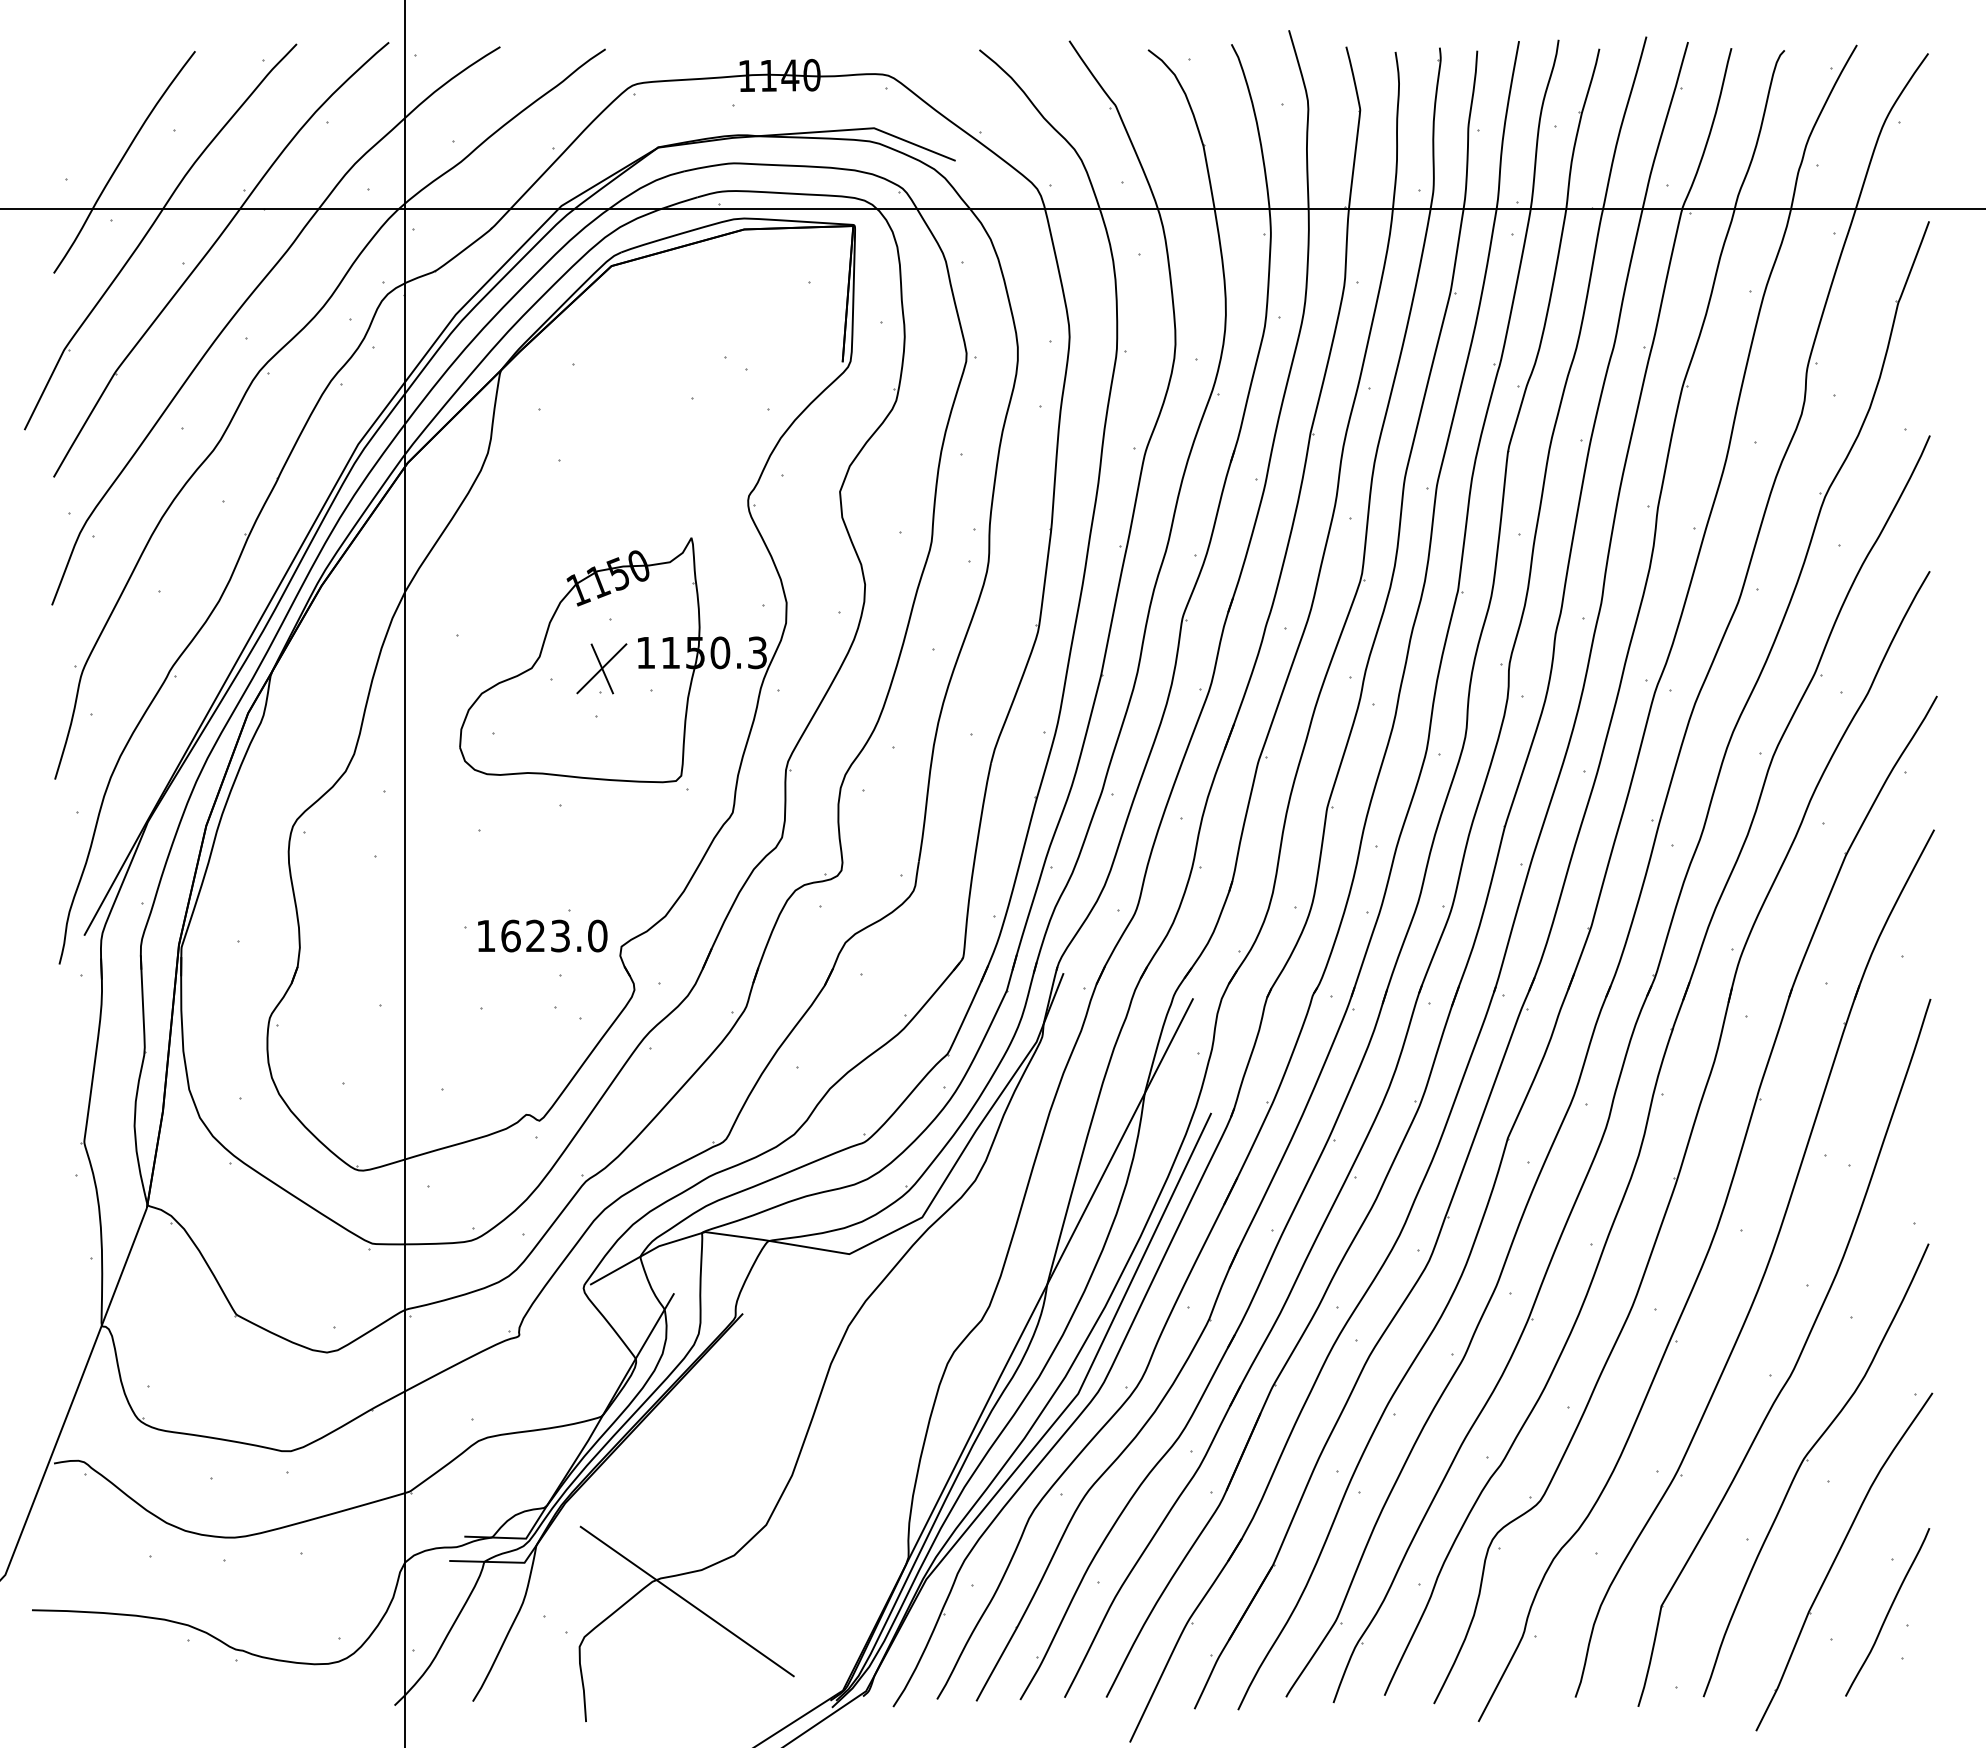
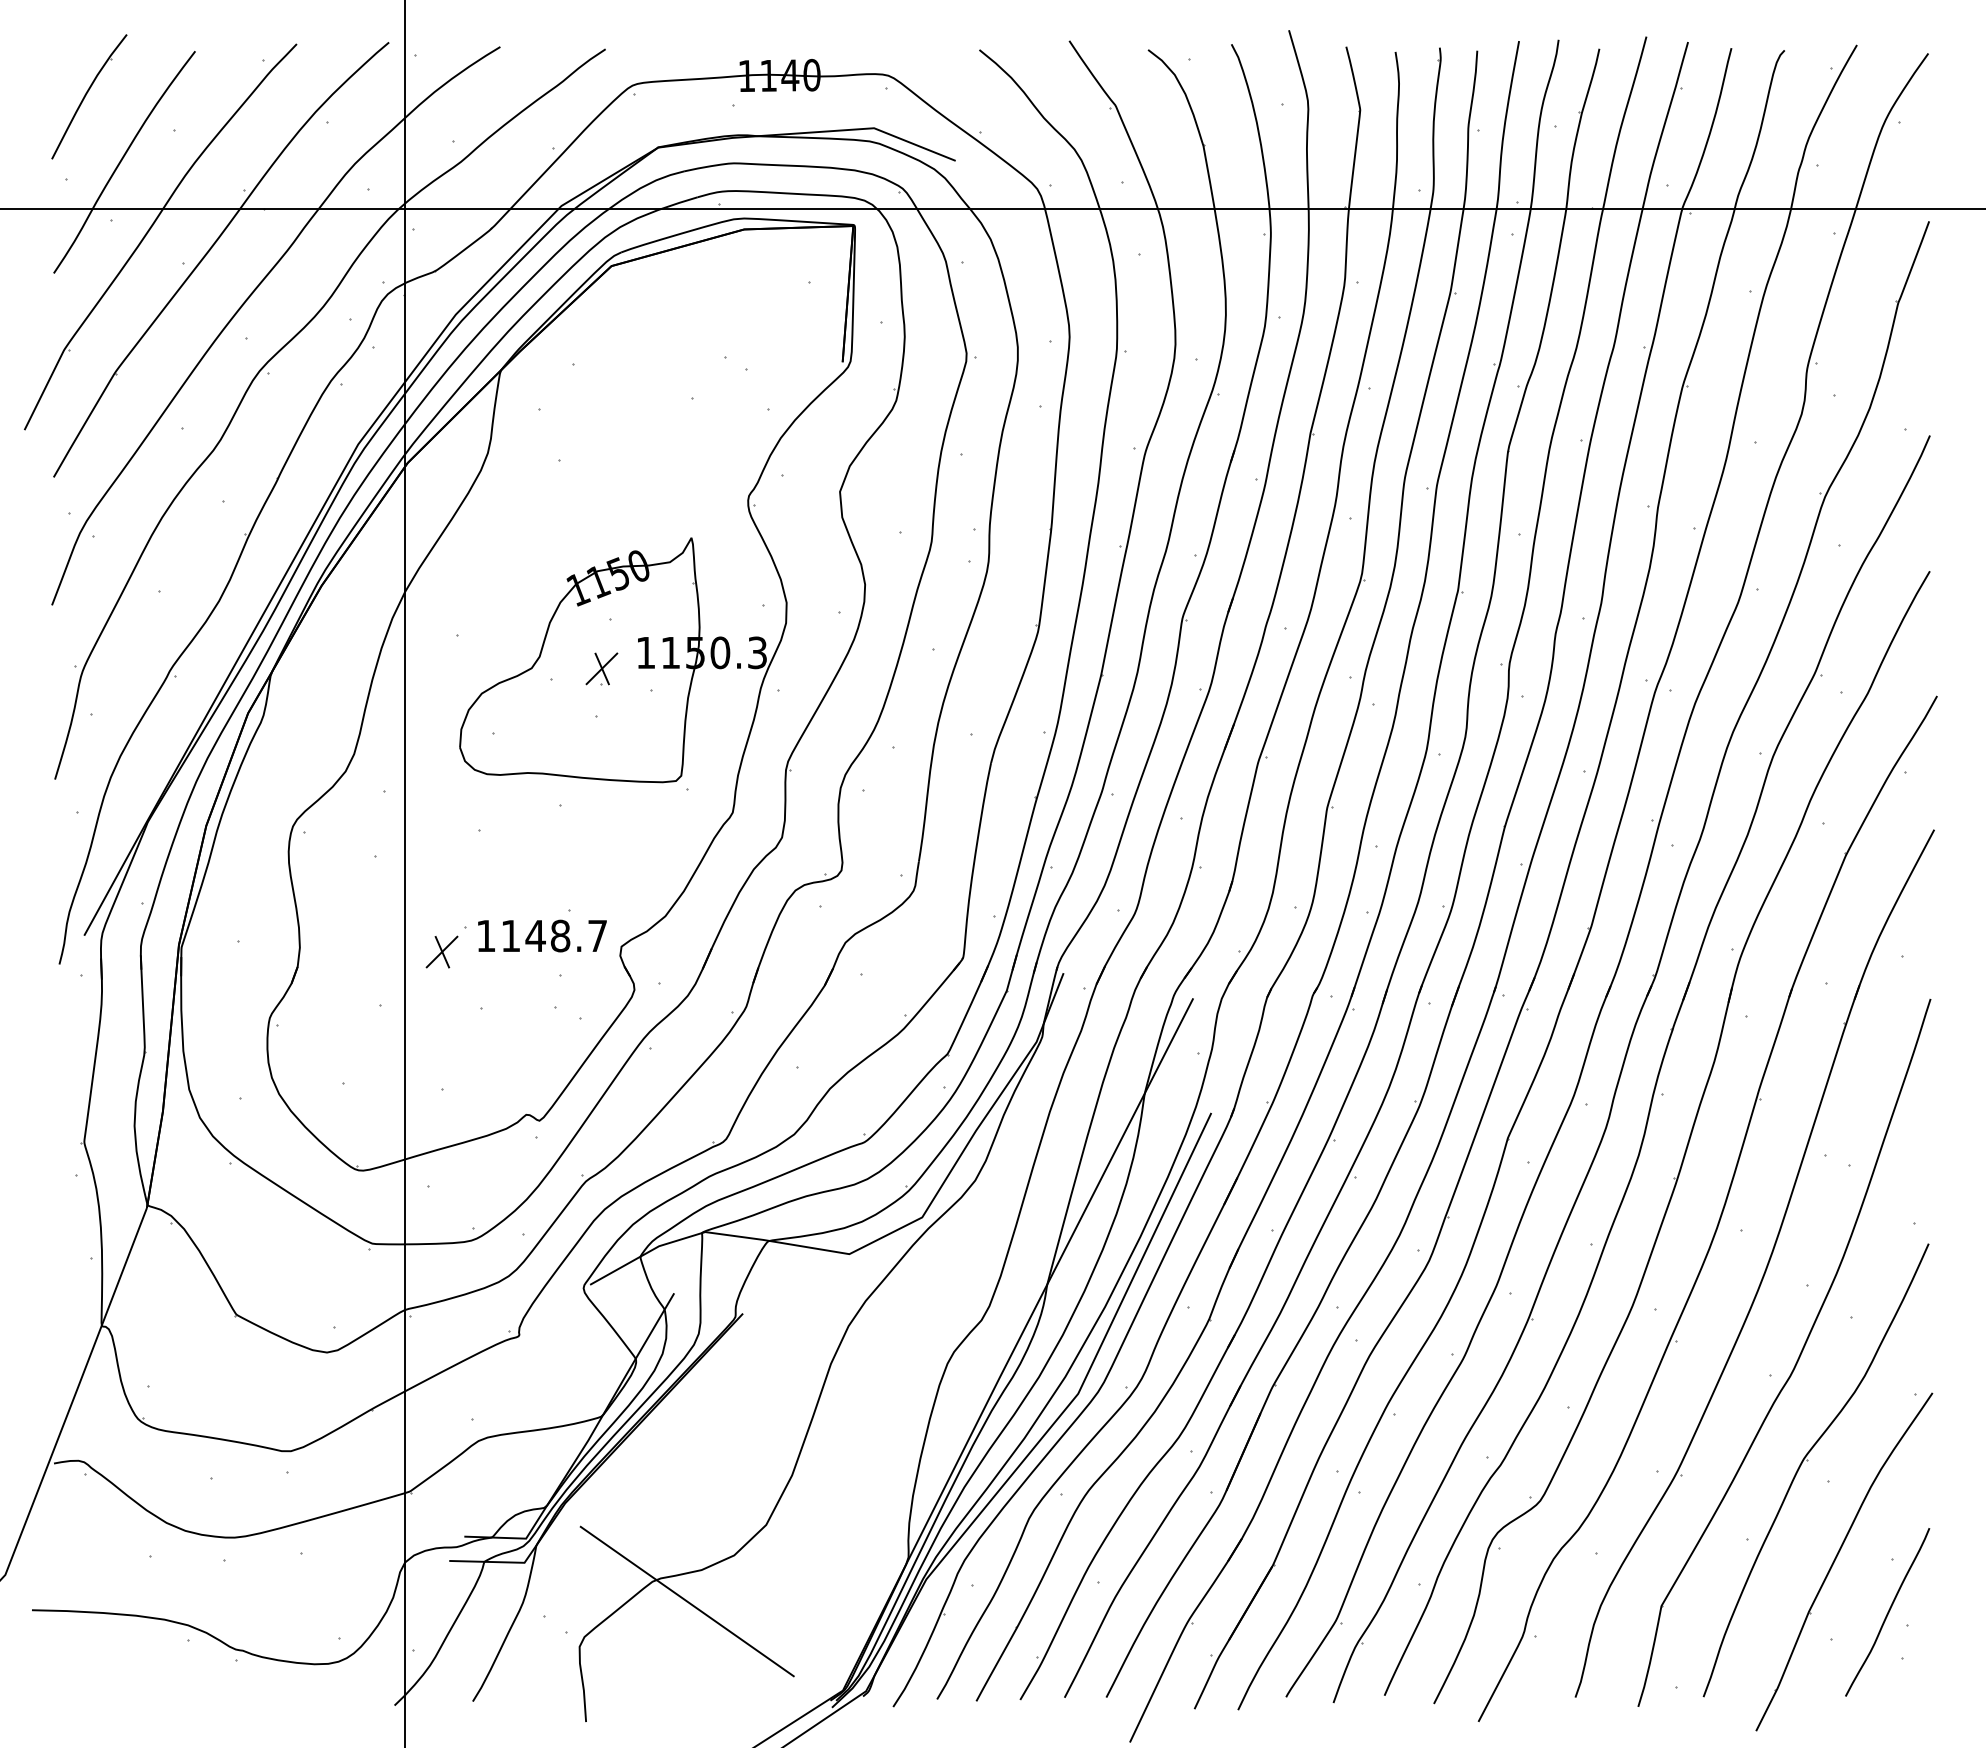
part at (89, 96): none -> present
part at (601, 668) size: 52x52 px -> 34x34 px
text at (554, 935): 1623.0 -> 1148.7
part at (441, 951): none -> present
